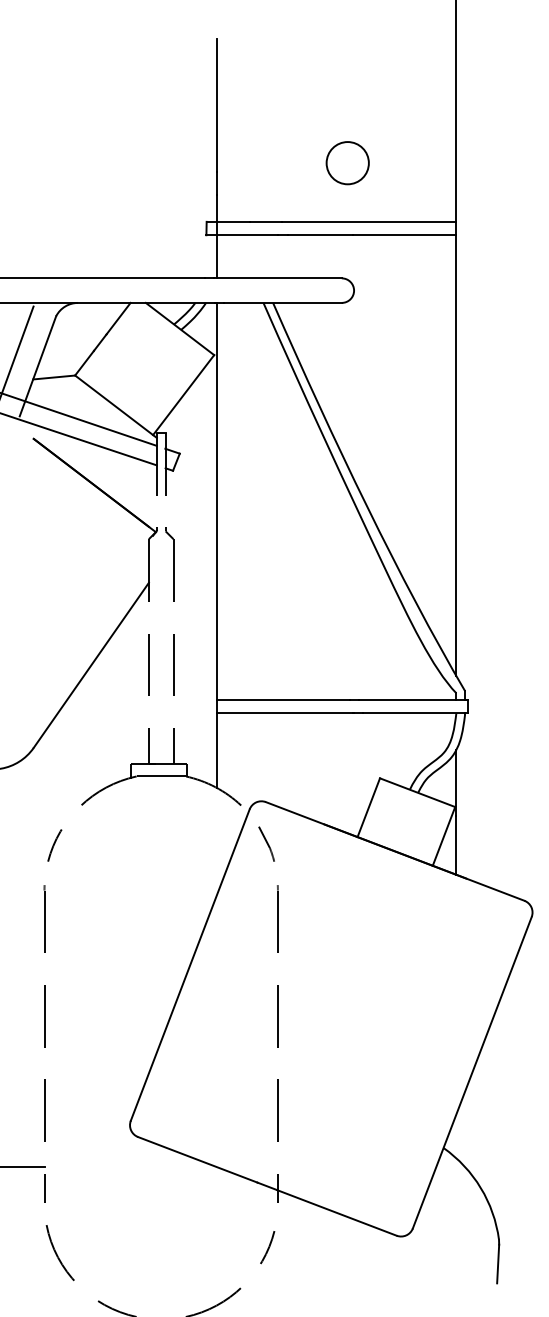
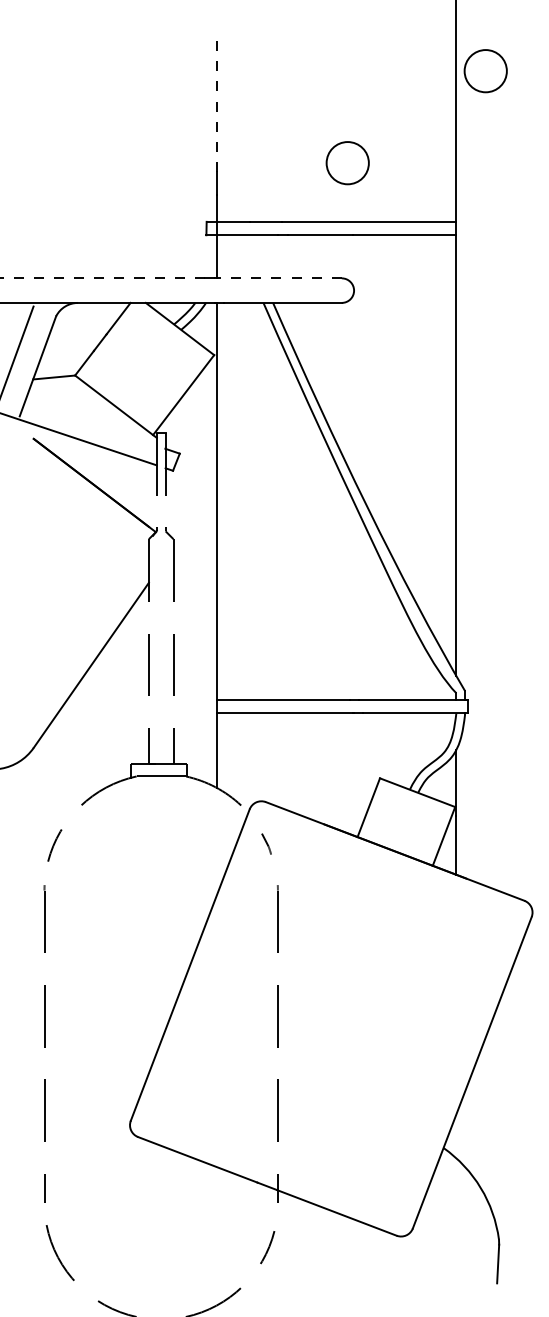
circle at (485, 71): none -> present
line at (217, 105): solid -> dashed
line at (102, 278): solid -> dashed
line at (278, 278): solid -> dashed
line at (79, 419): present -> none
part at (266, 843) size: 17x36 px -> 11x22 px
line at (23, 1166): present -> none
